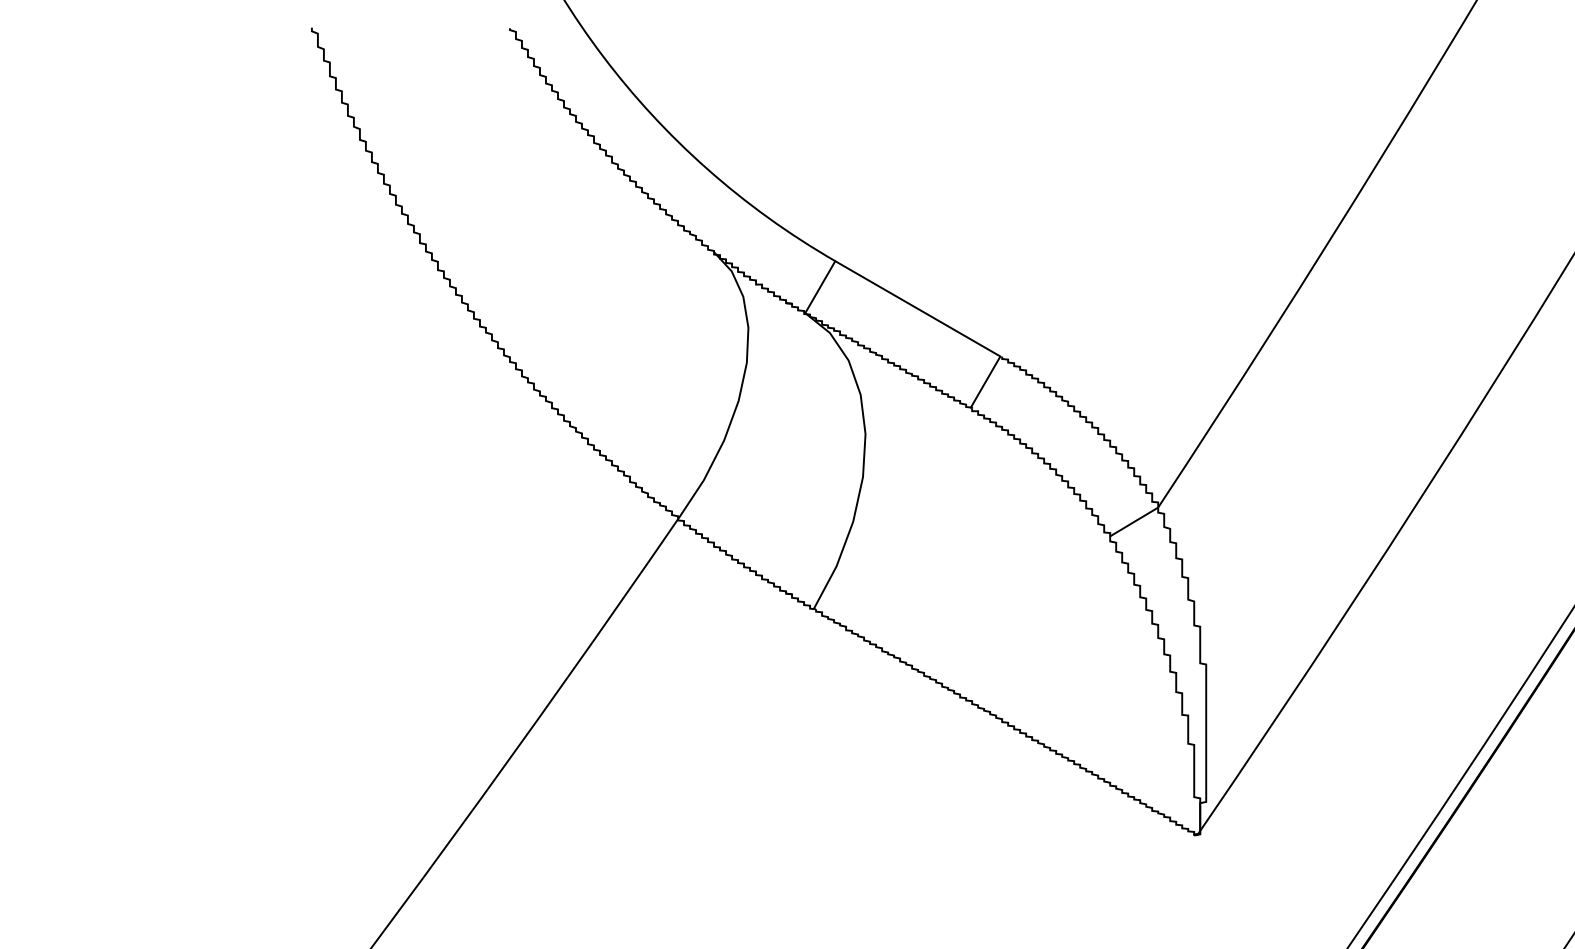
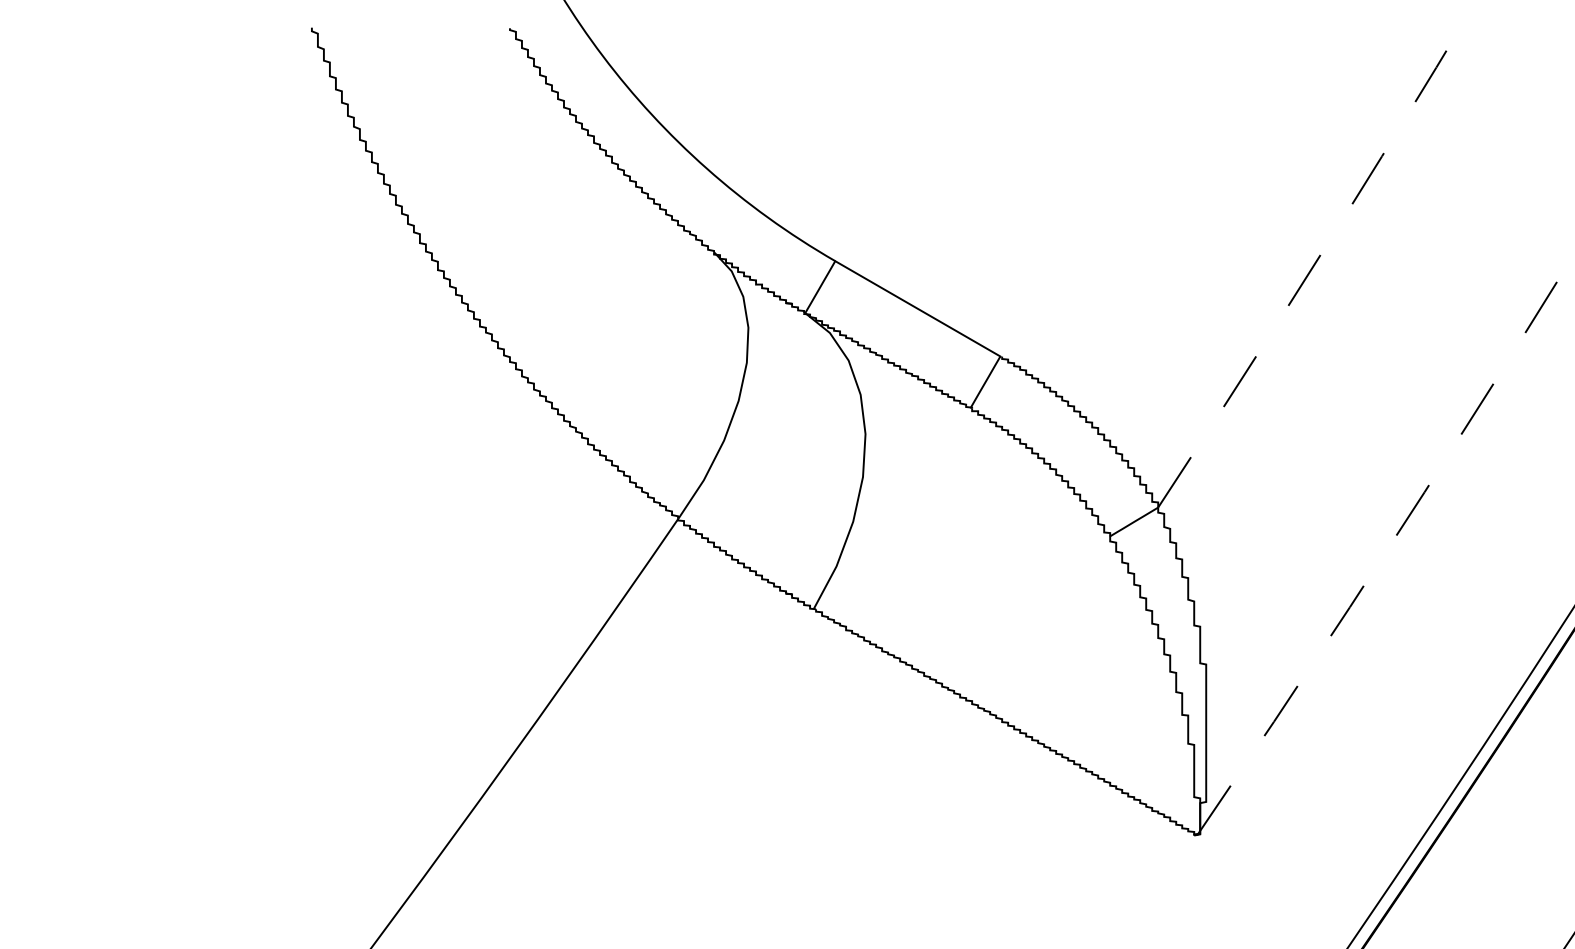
arc at (1320, 254): solid -> dashed
arc at (1389, 546): solid -> dashed
